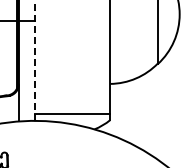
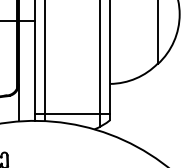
line at (34, 60): dashed -> solid
line at (44, 61): none -> present
line at (100, 64): none -> present
